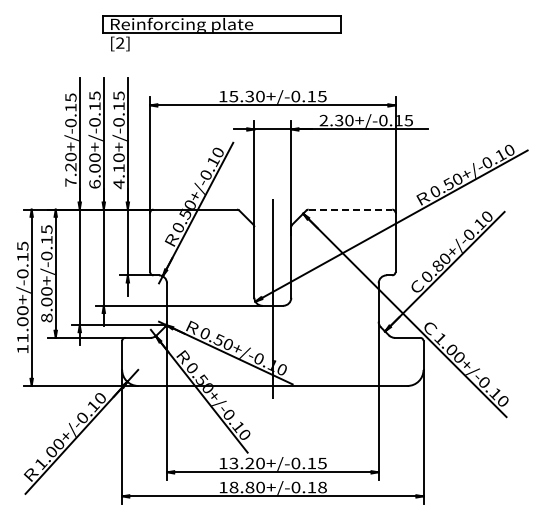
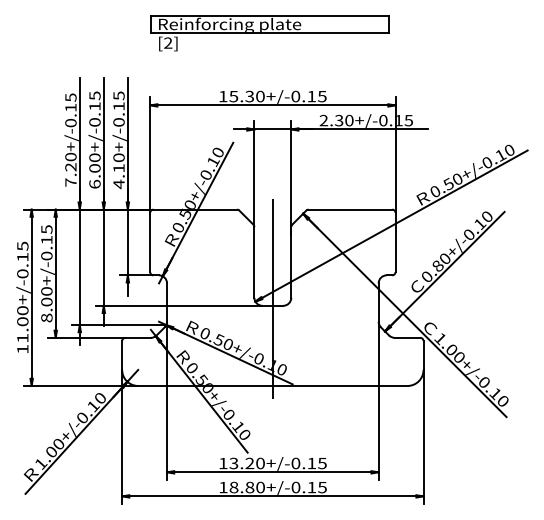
part at (221, 33) position: (221, 33) -> (269, 33)
line at (350, 209): dashed -> solid
text at (322, 487): 18.80+/-0.18 -> 18.80+/-0.15
